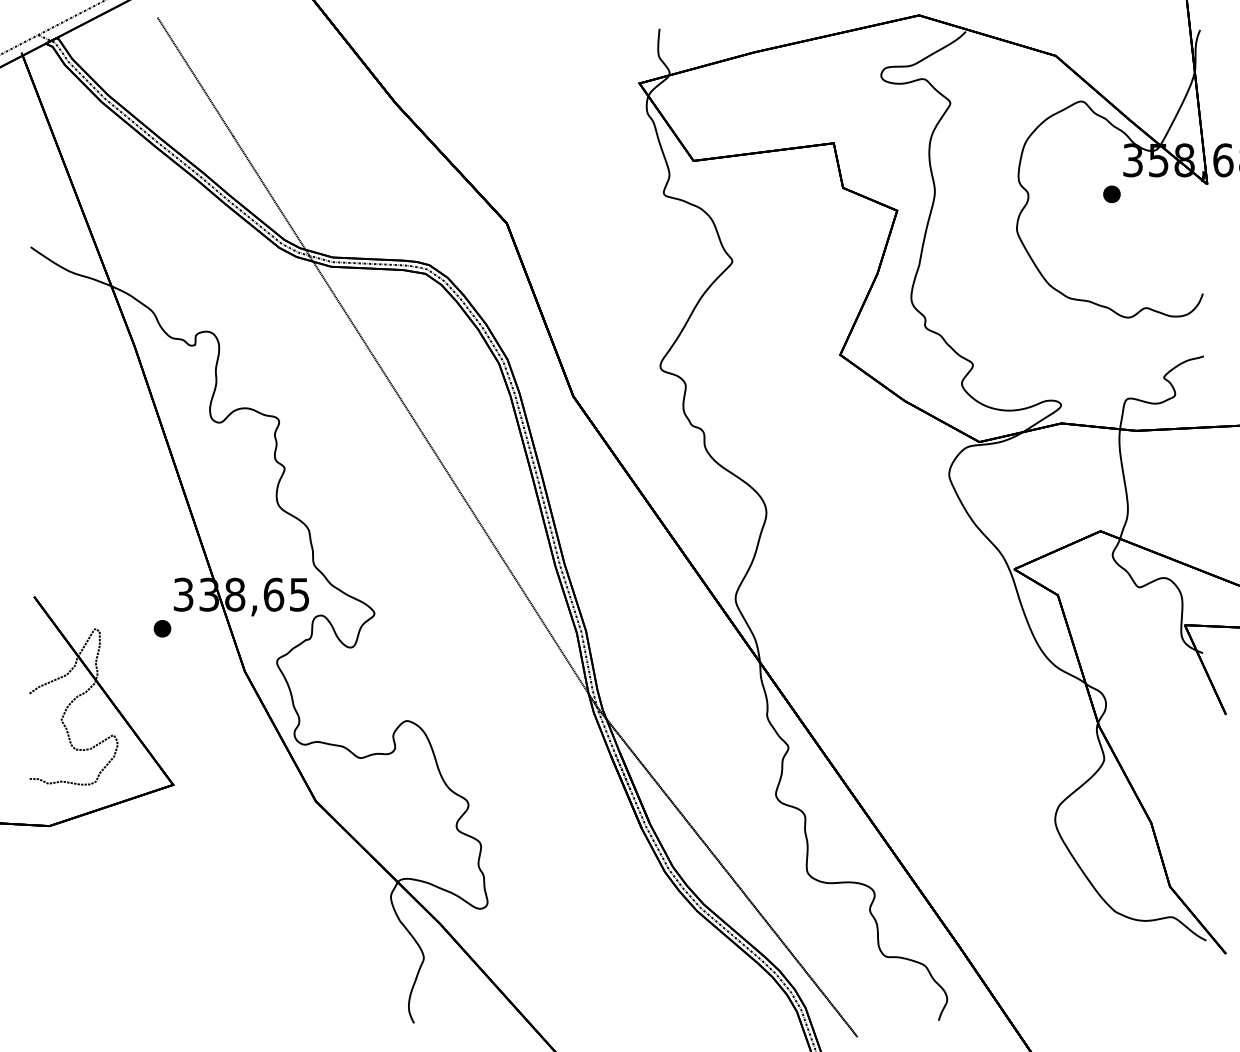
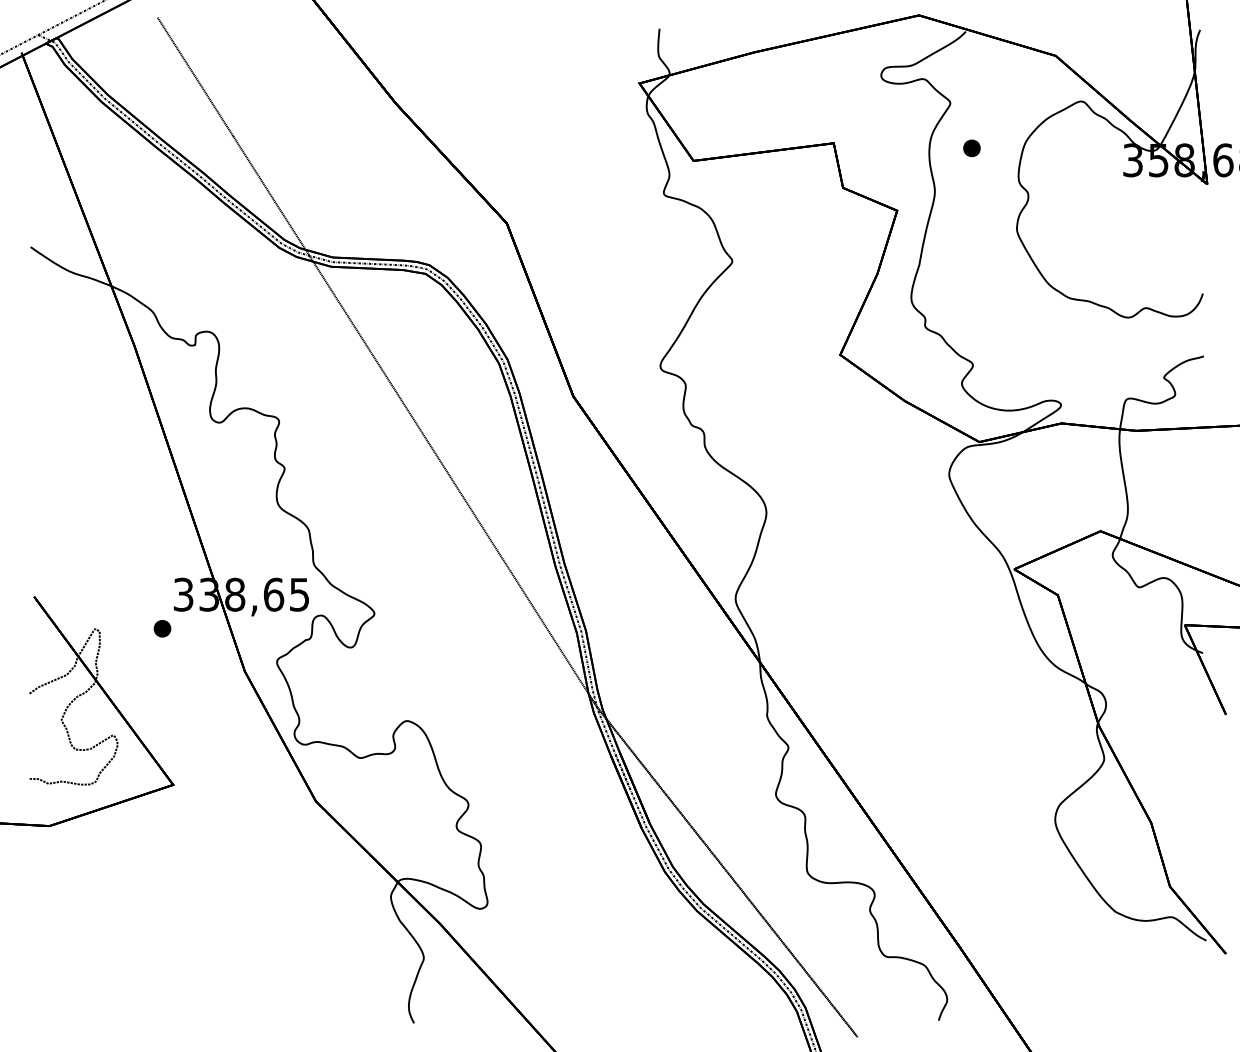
part at (1111, 194) position: (1111, 194) -> (971, 148)
